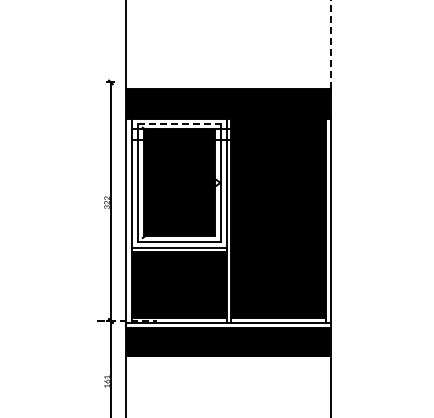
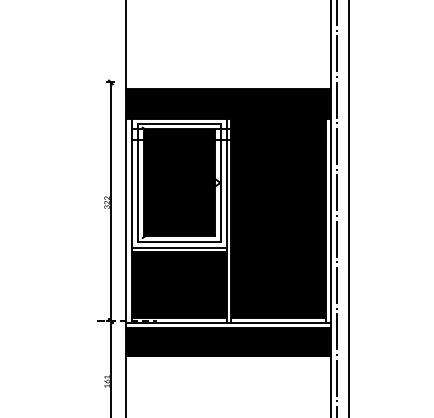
line at (331, 45): dashed -> solid
line at (179, 124): dashed -> solid
line at (336, 208): none -> present
line at (348, 208): none -> present
